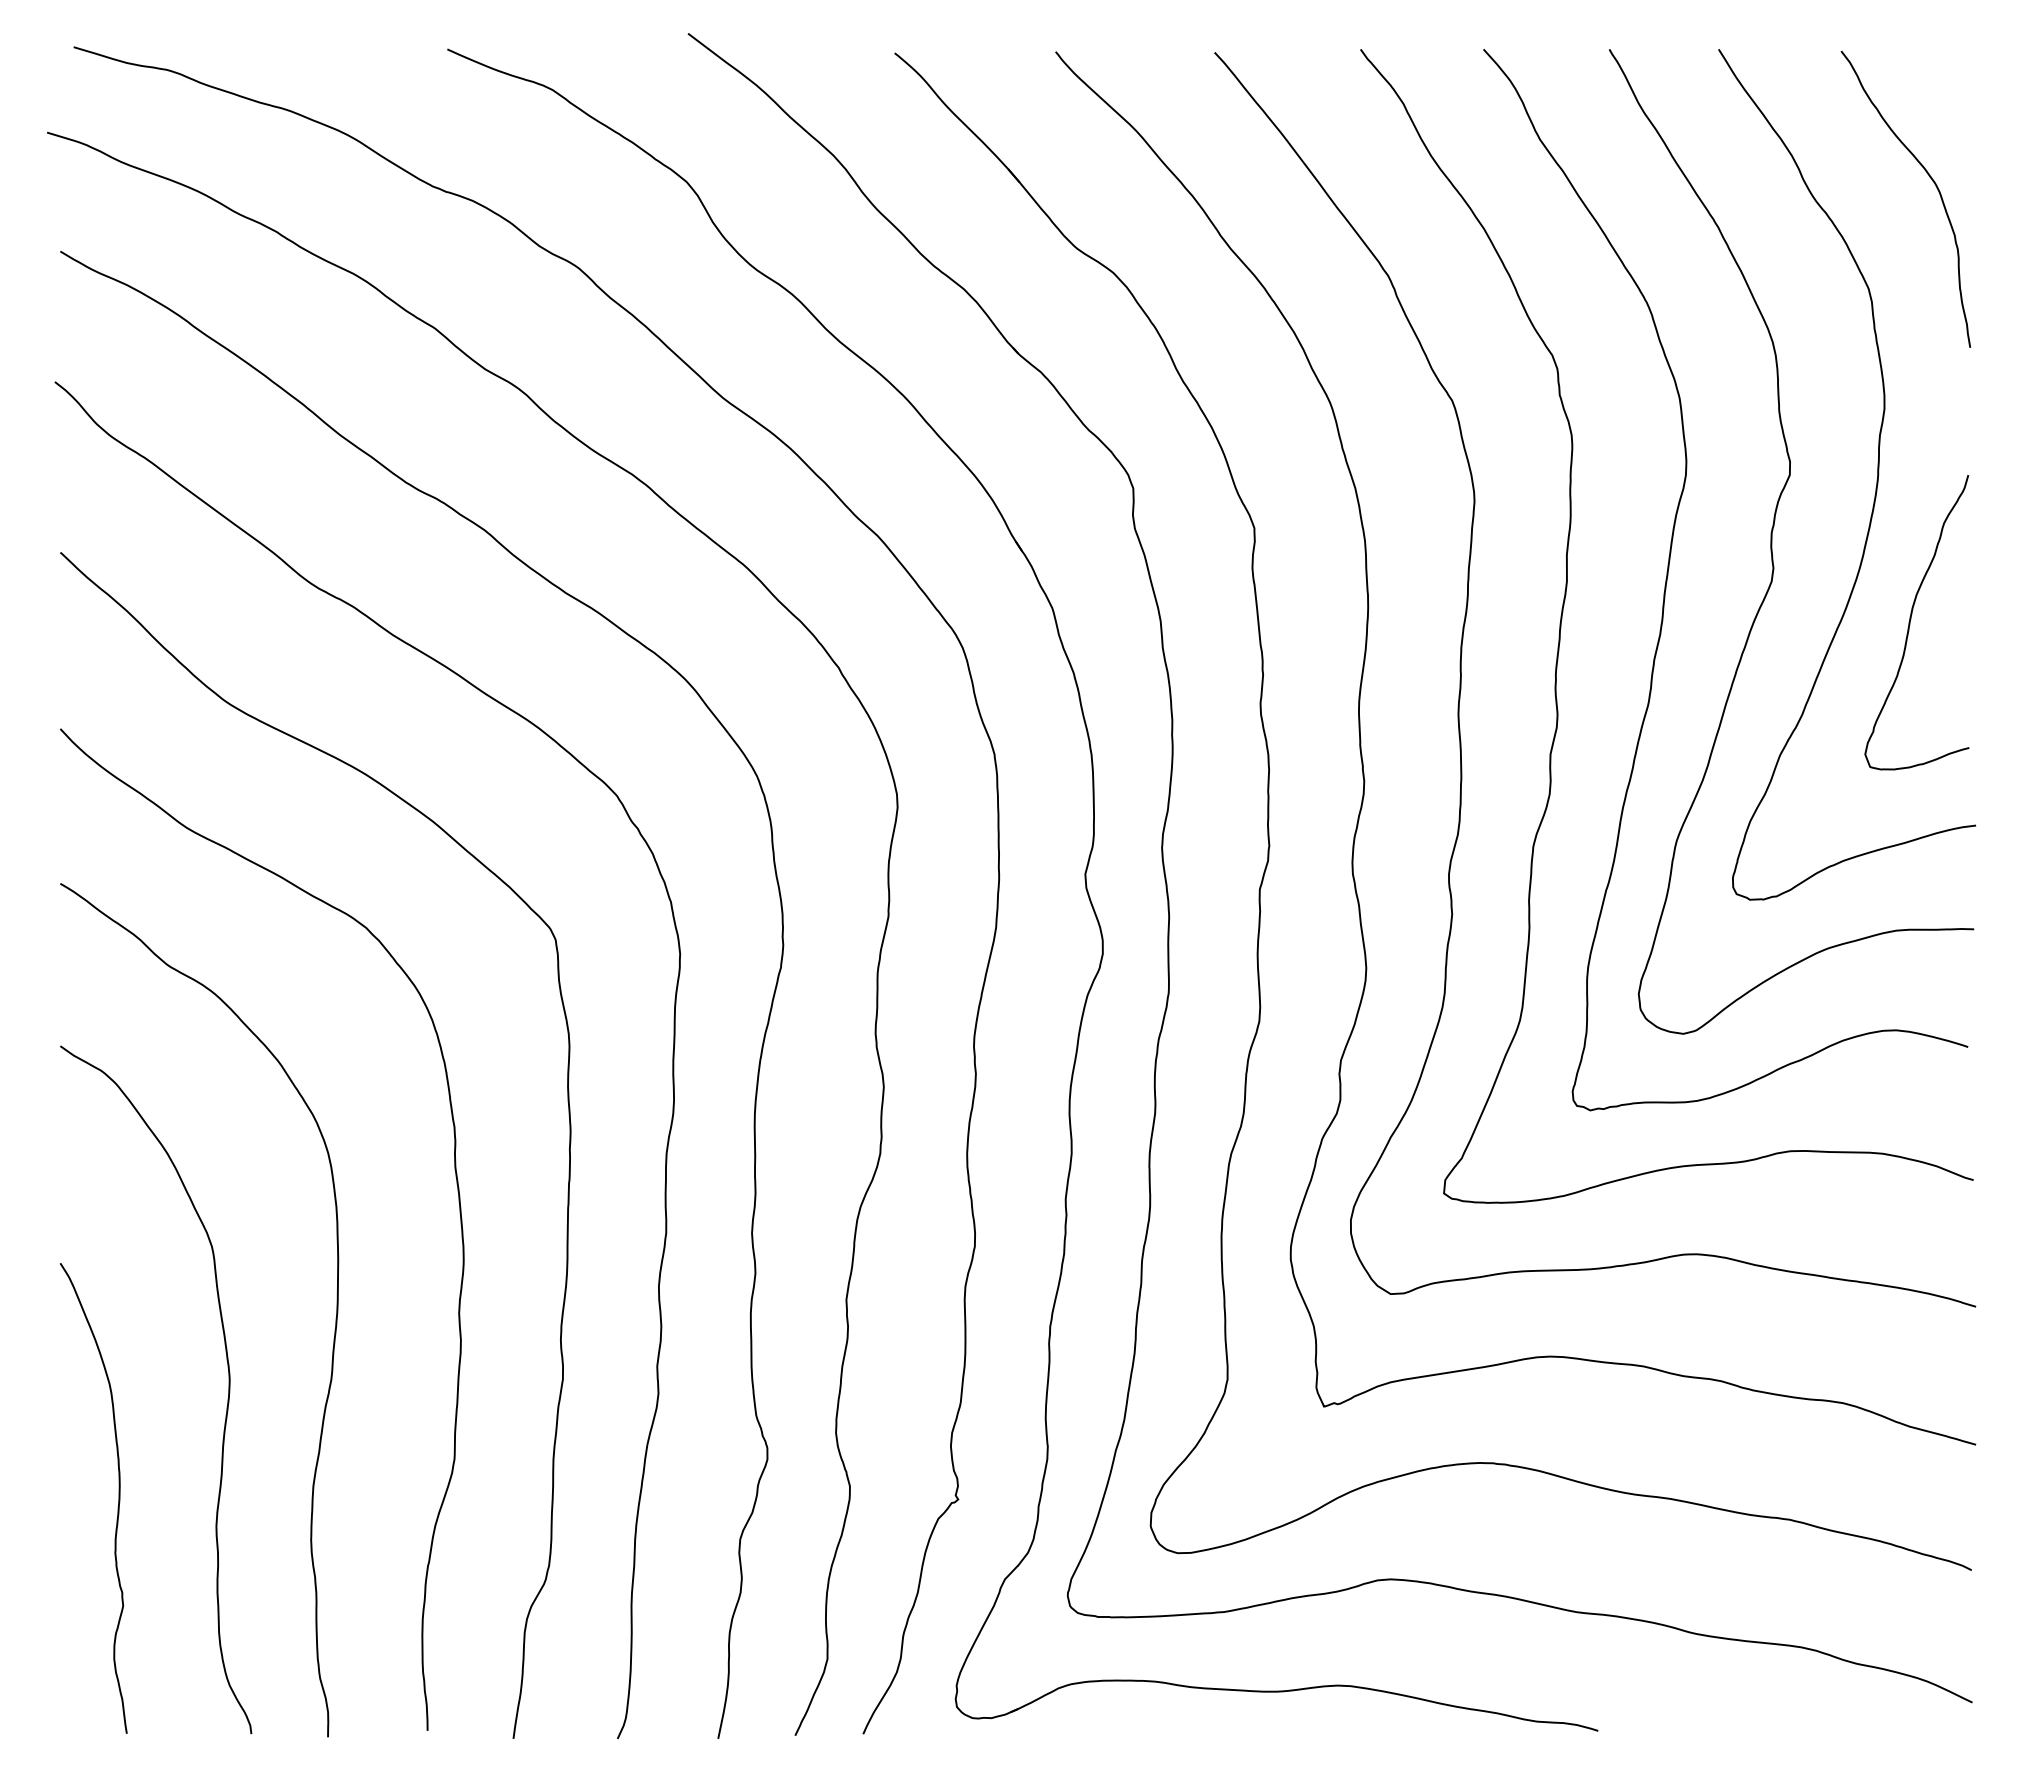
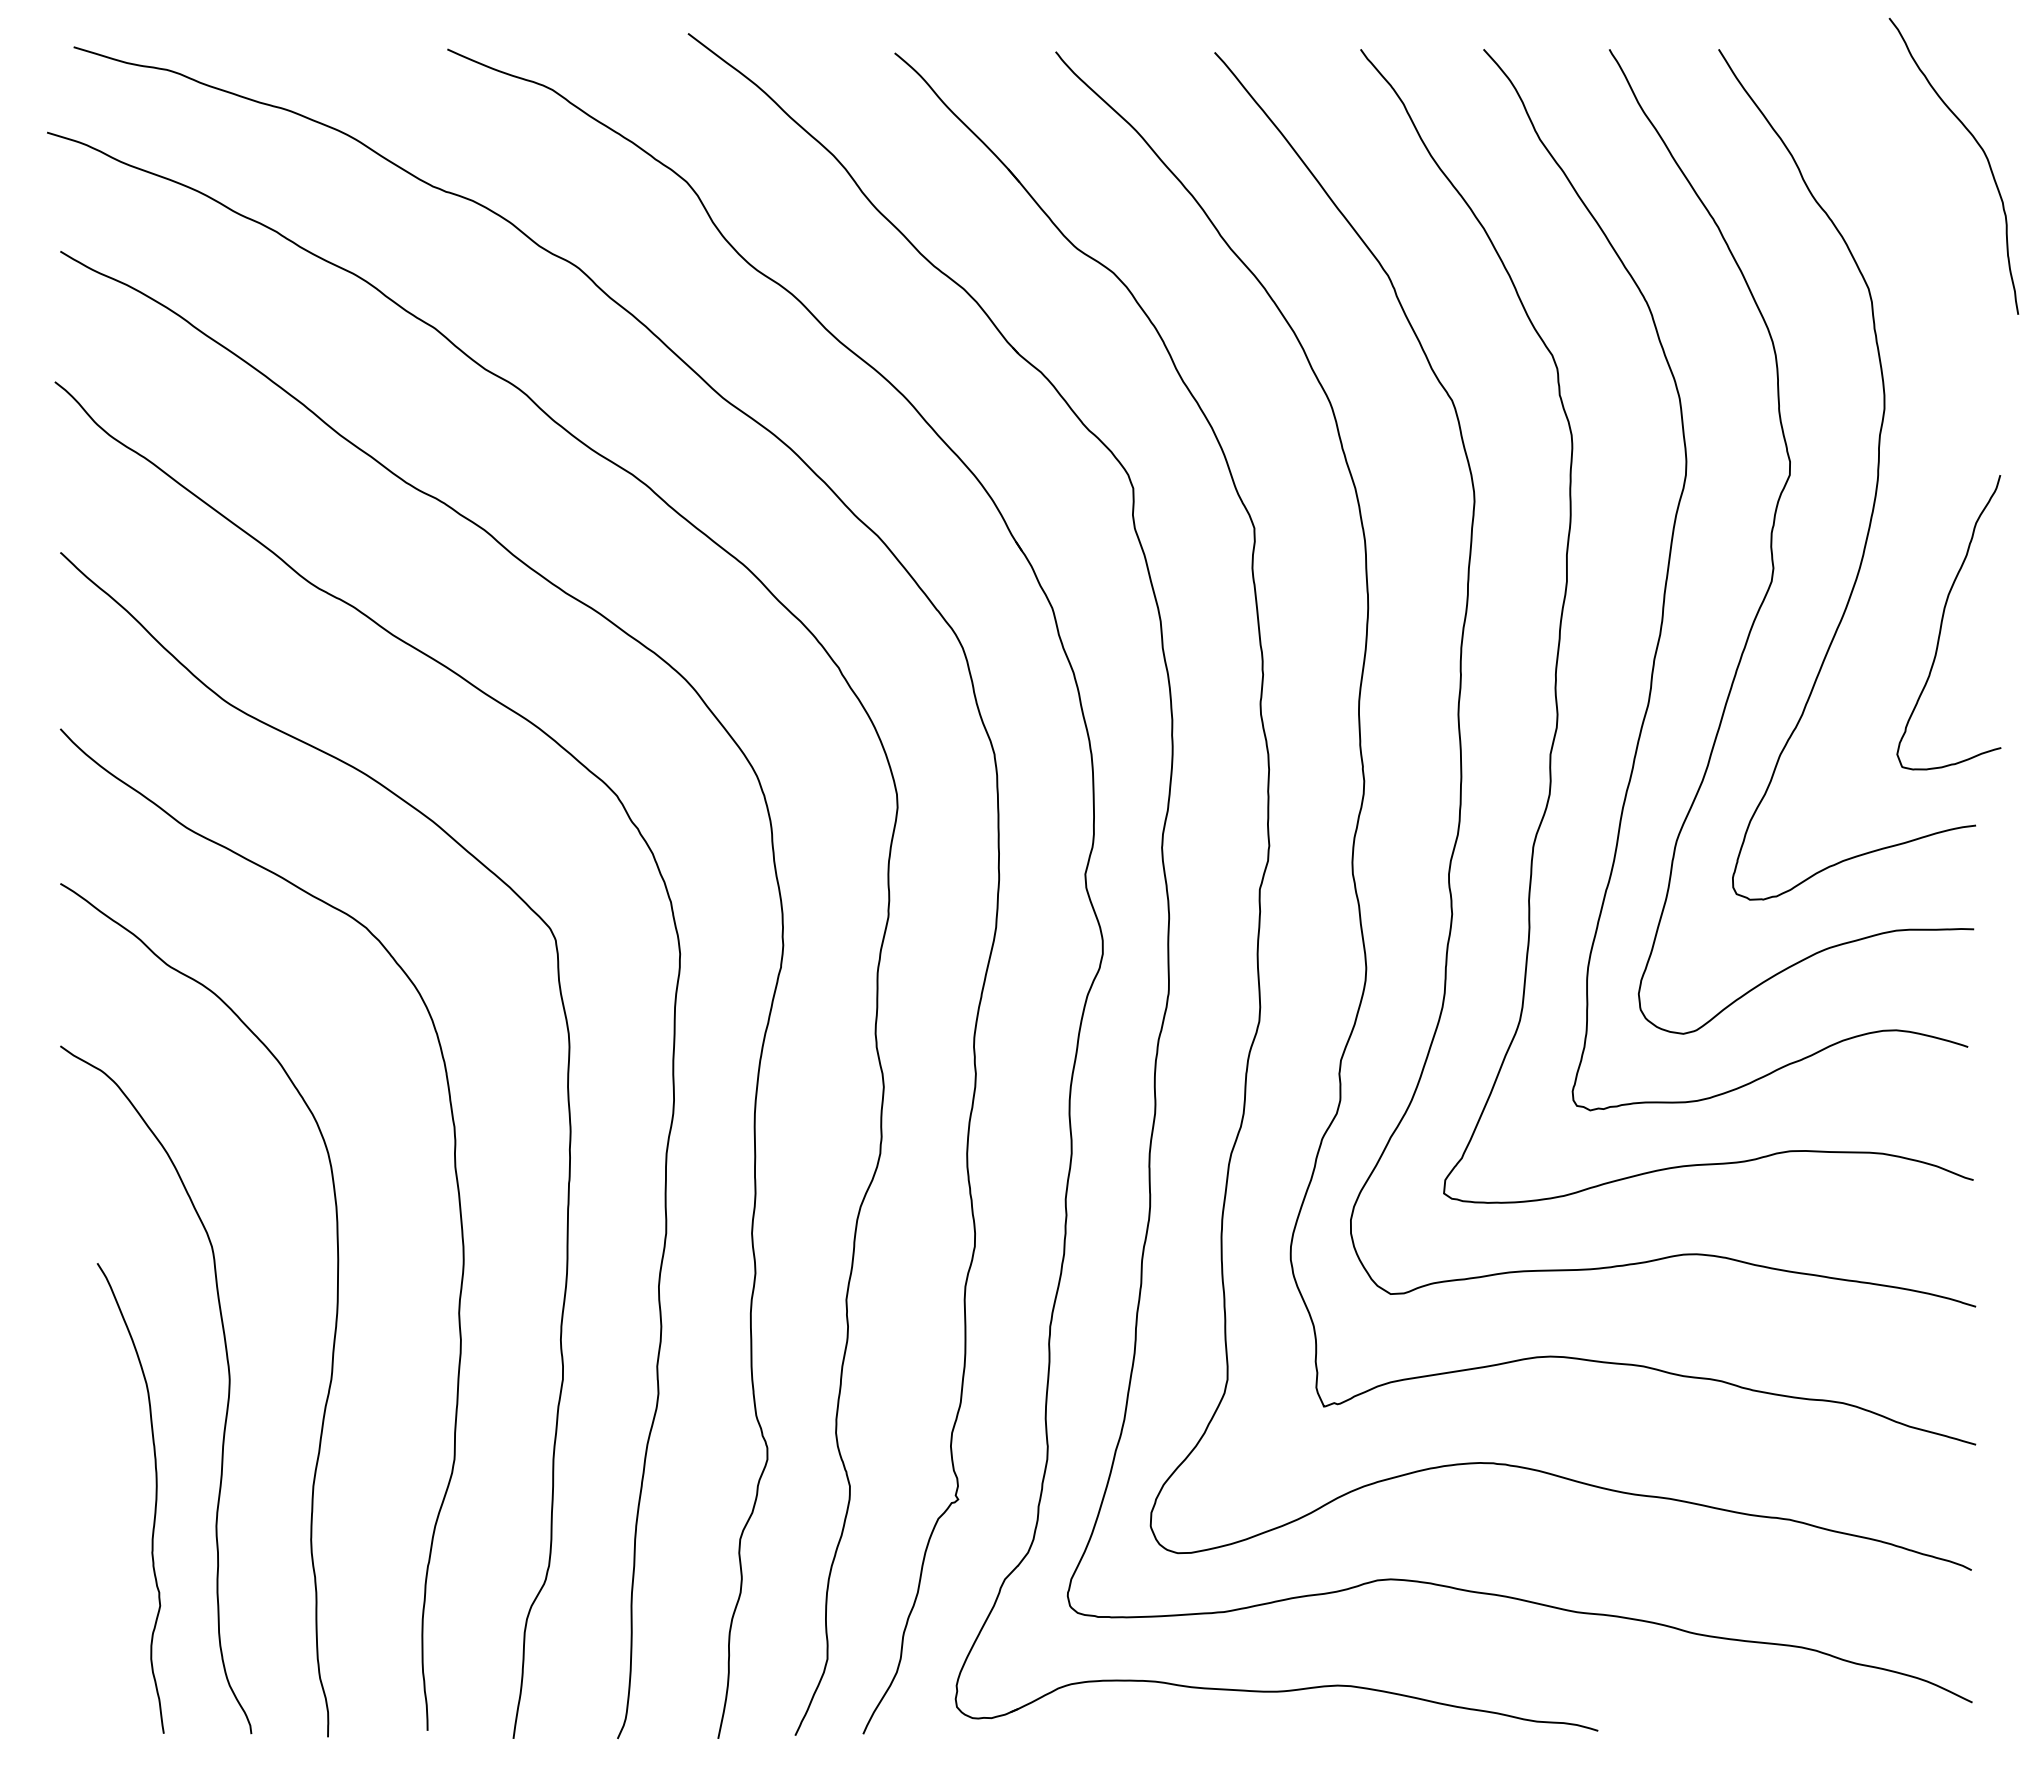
curve at (1932, 181) position: (1932, 181) -> (1980, 148)
curve at (1911, 619) position: (1911, 619) -> (1943, 619)
curve at (118, 1498) position: (118, 1498) -> (155, 1498)
